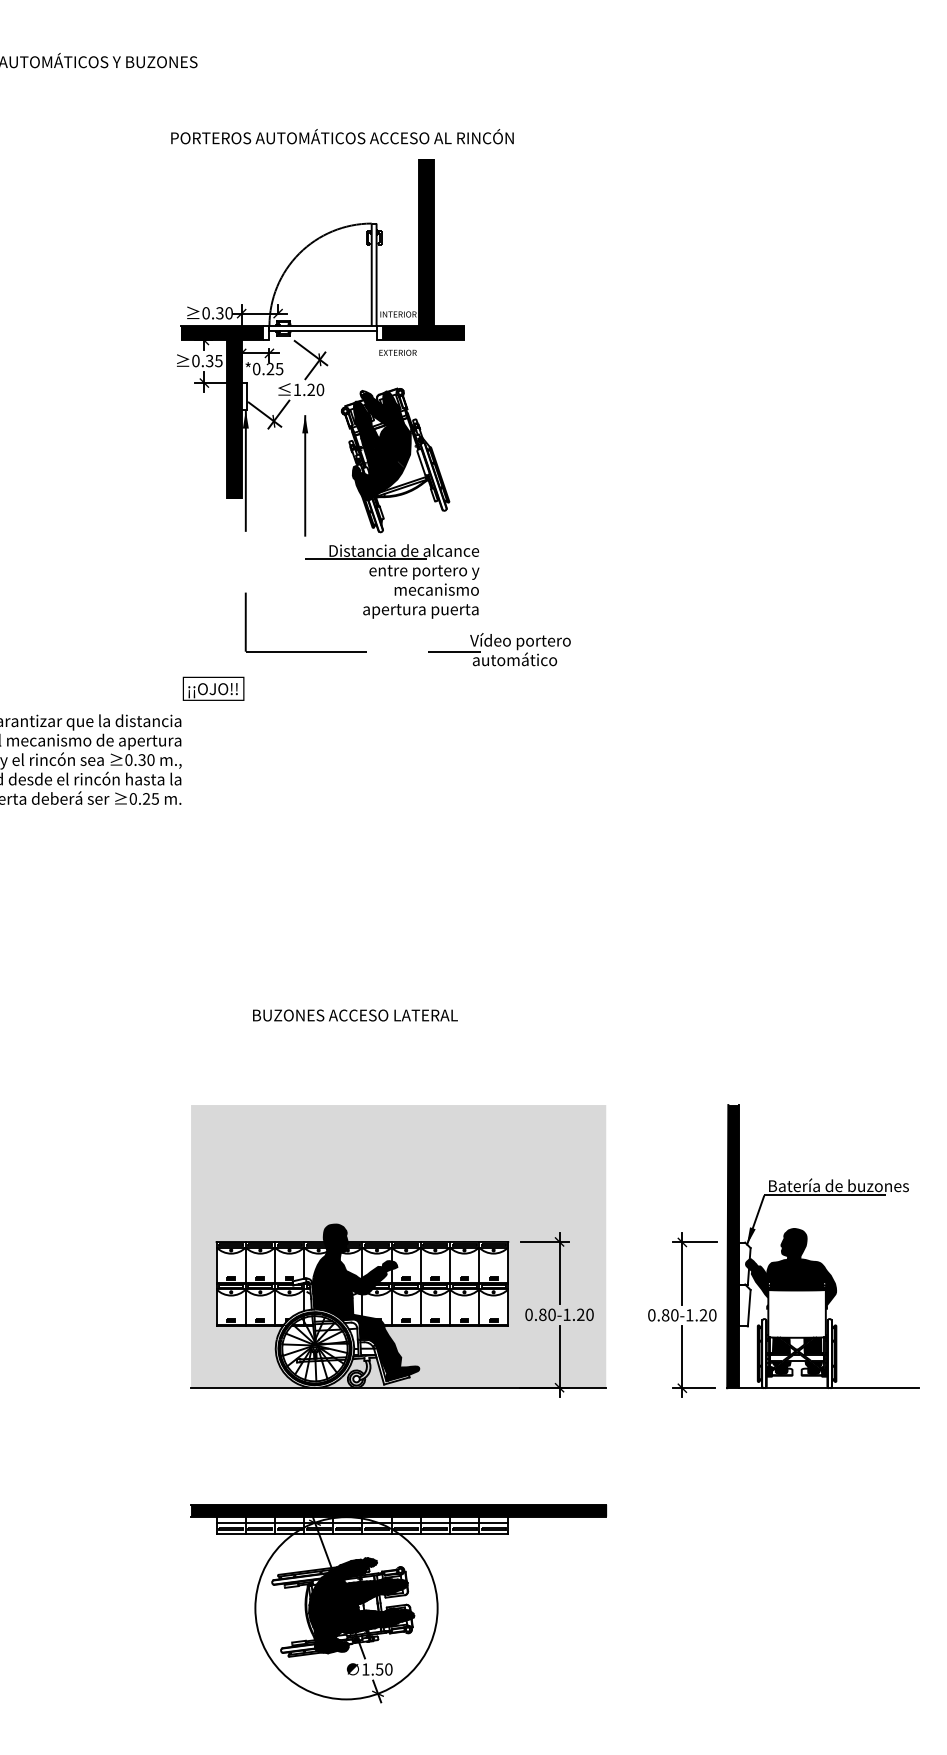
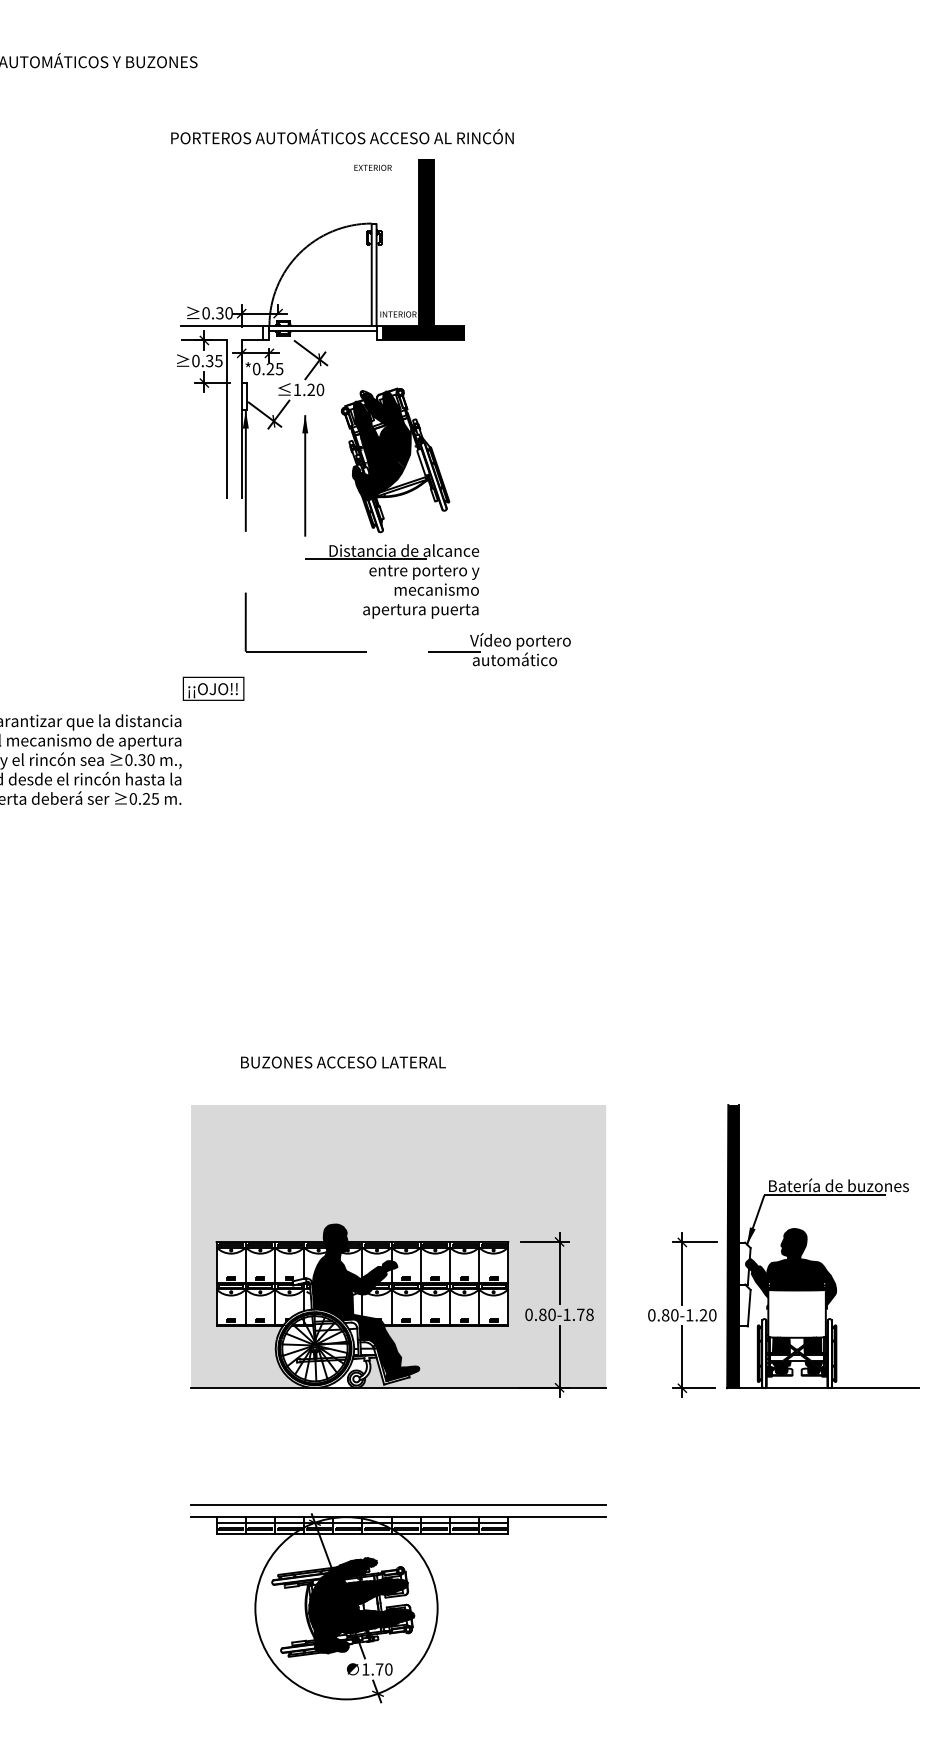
text at (397, 352) position: (397, 352) -> (372, 167)
fill at (221, 412): present -> none
text at (355, 1015) position: (355, 1015) -> (343, 1062)
text at (585, 1314): 0.80-1.20 -> 0.80-1.78
fill at (344, 1372): present -> none
fill at (399, 1510): present -> none
text at (379, 1669): 1.50 -> 1.70
